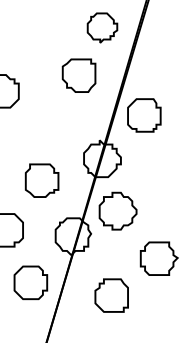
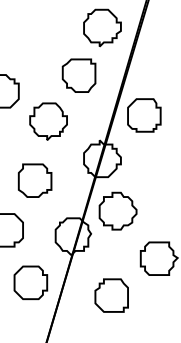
part at (102, 27) size: 33x32 px -> 39x40 px
part at (48, 121): none -> present
part at (41, 180) position: (41, 180) -> (34, 180)
